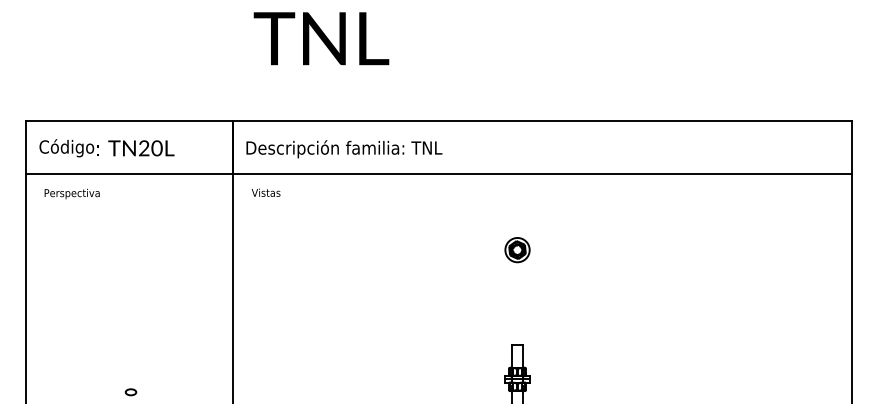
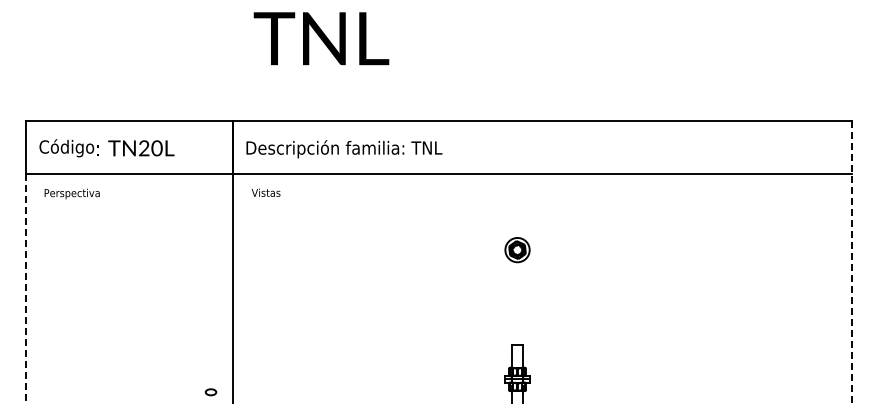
line at (851, 262): solid -> dashed
line at (26, 288): solid -> dashed
part at (130, 392) position: (130, 392) -> (210, 392)
